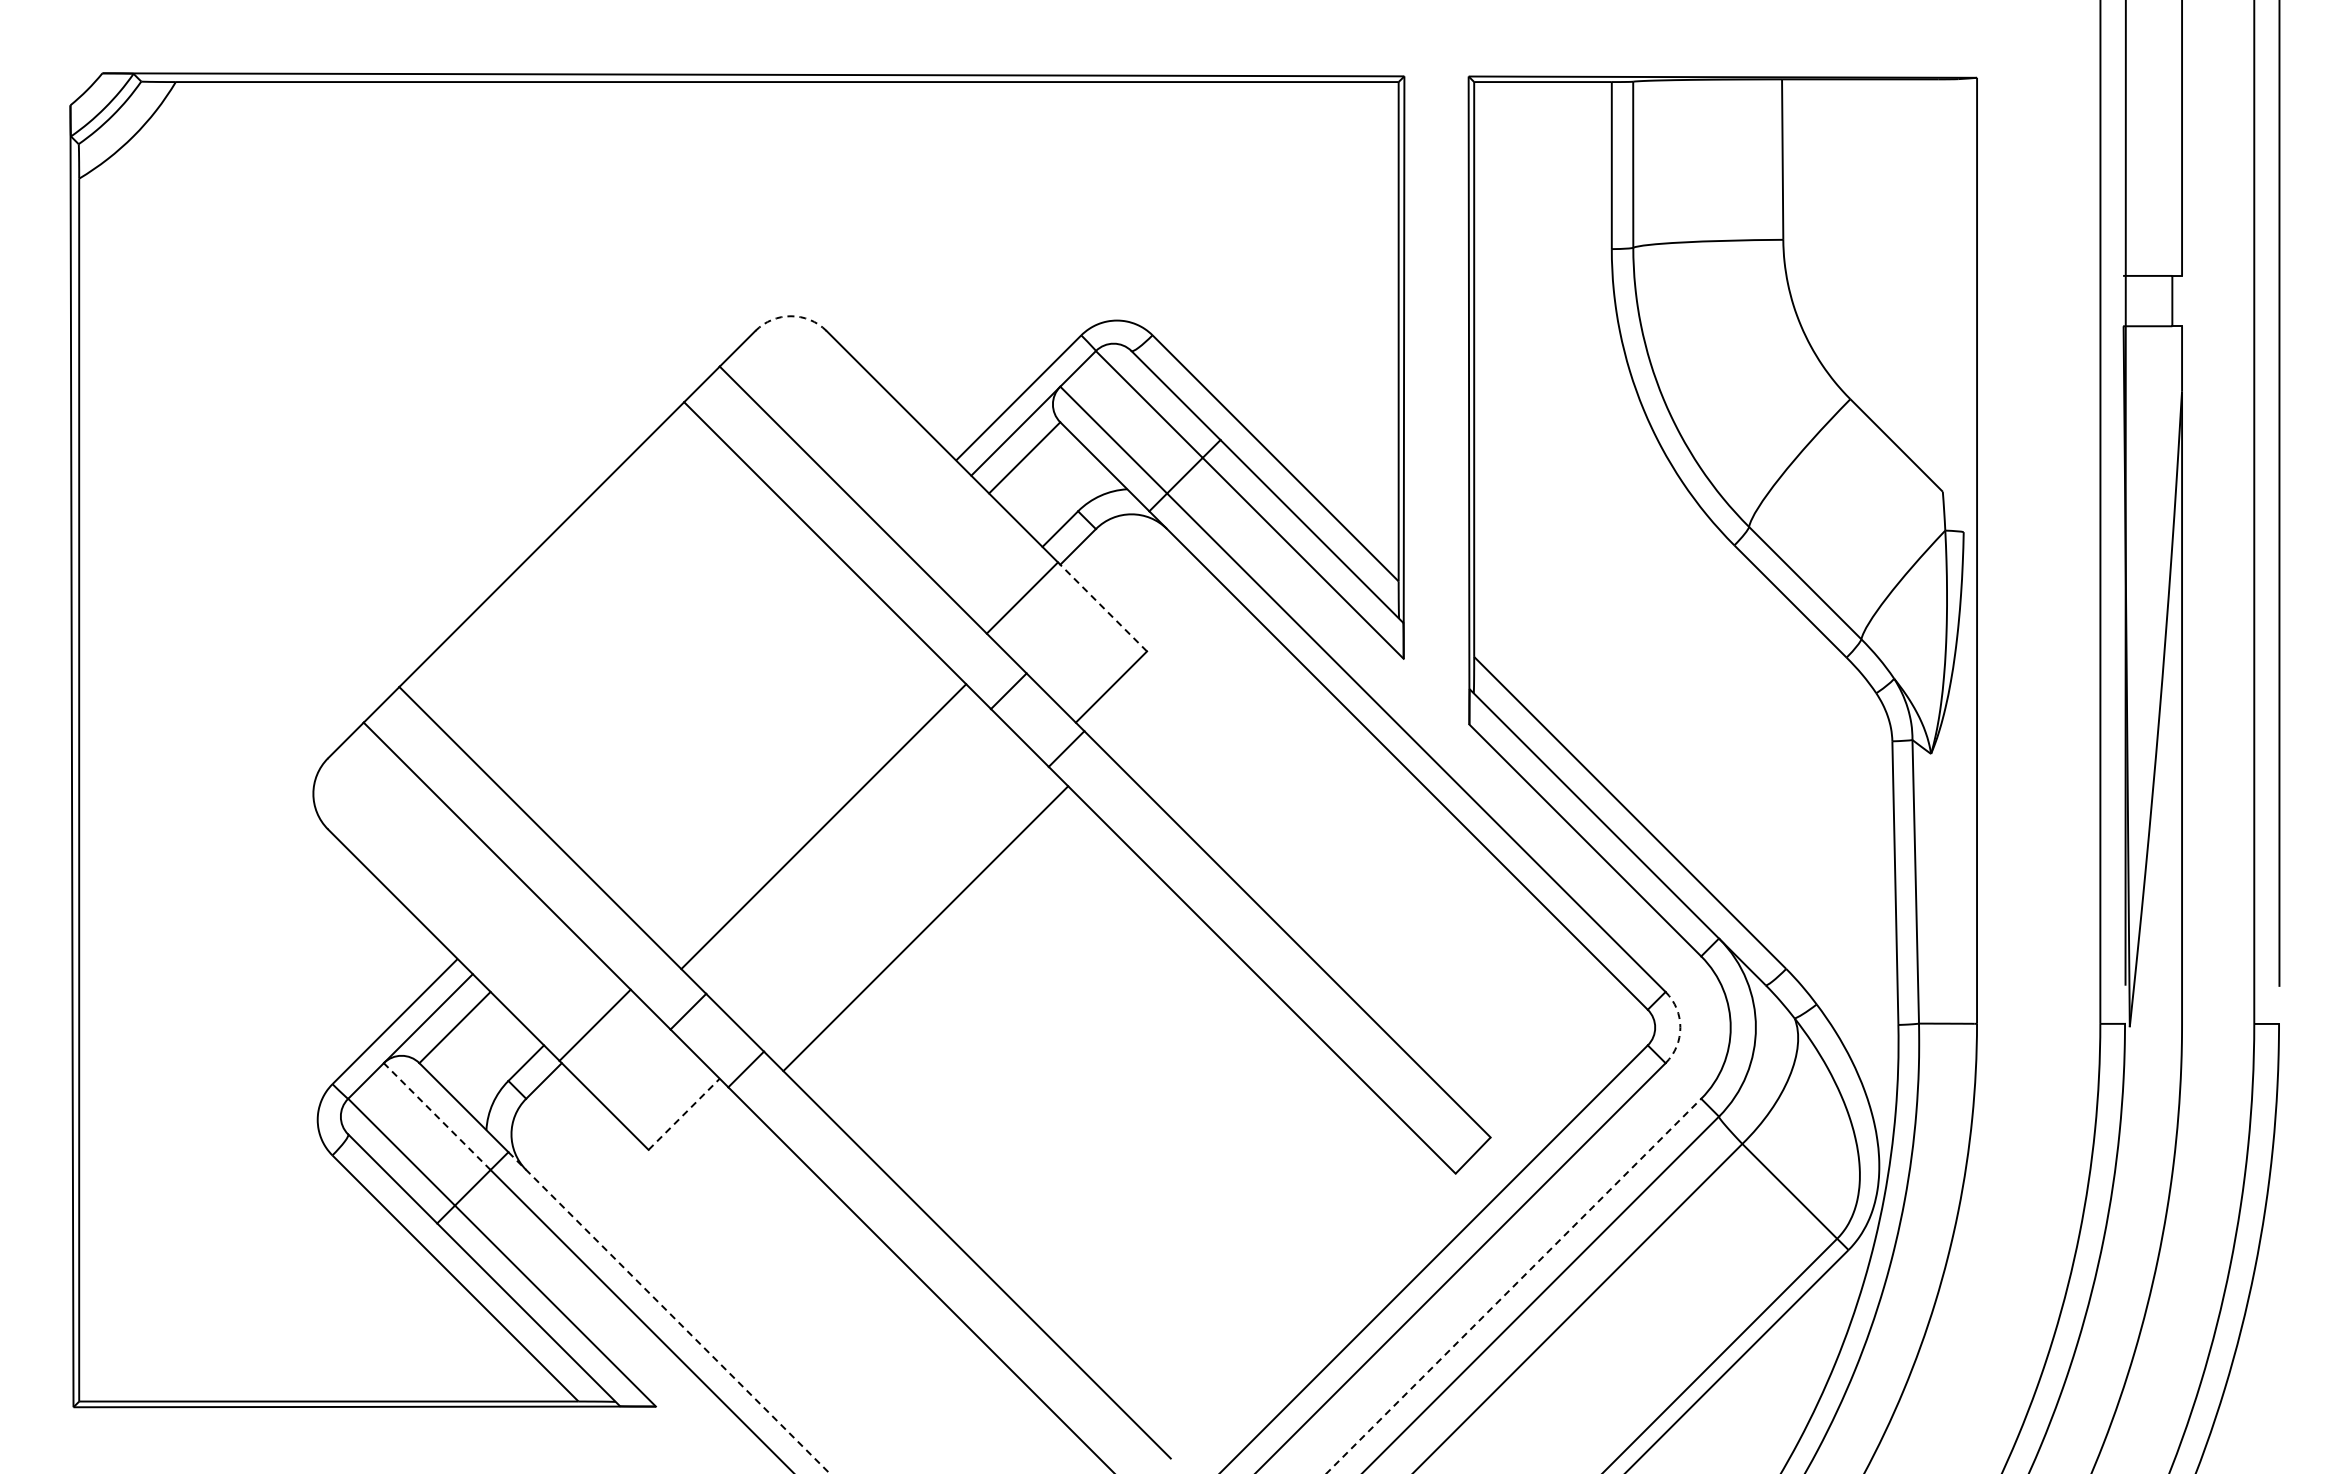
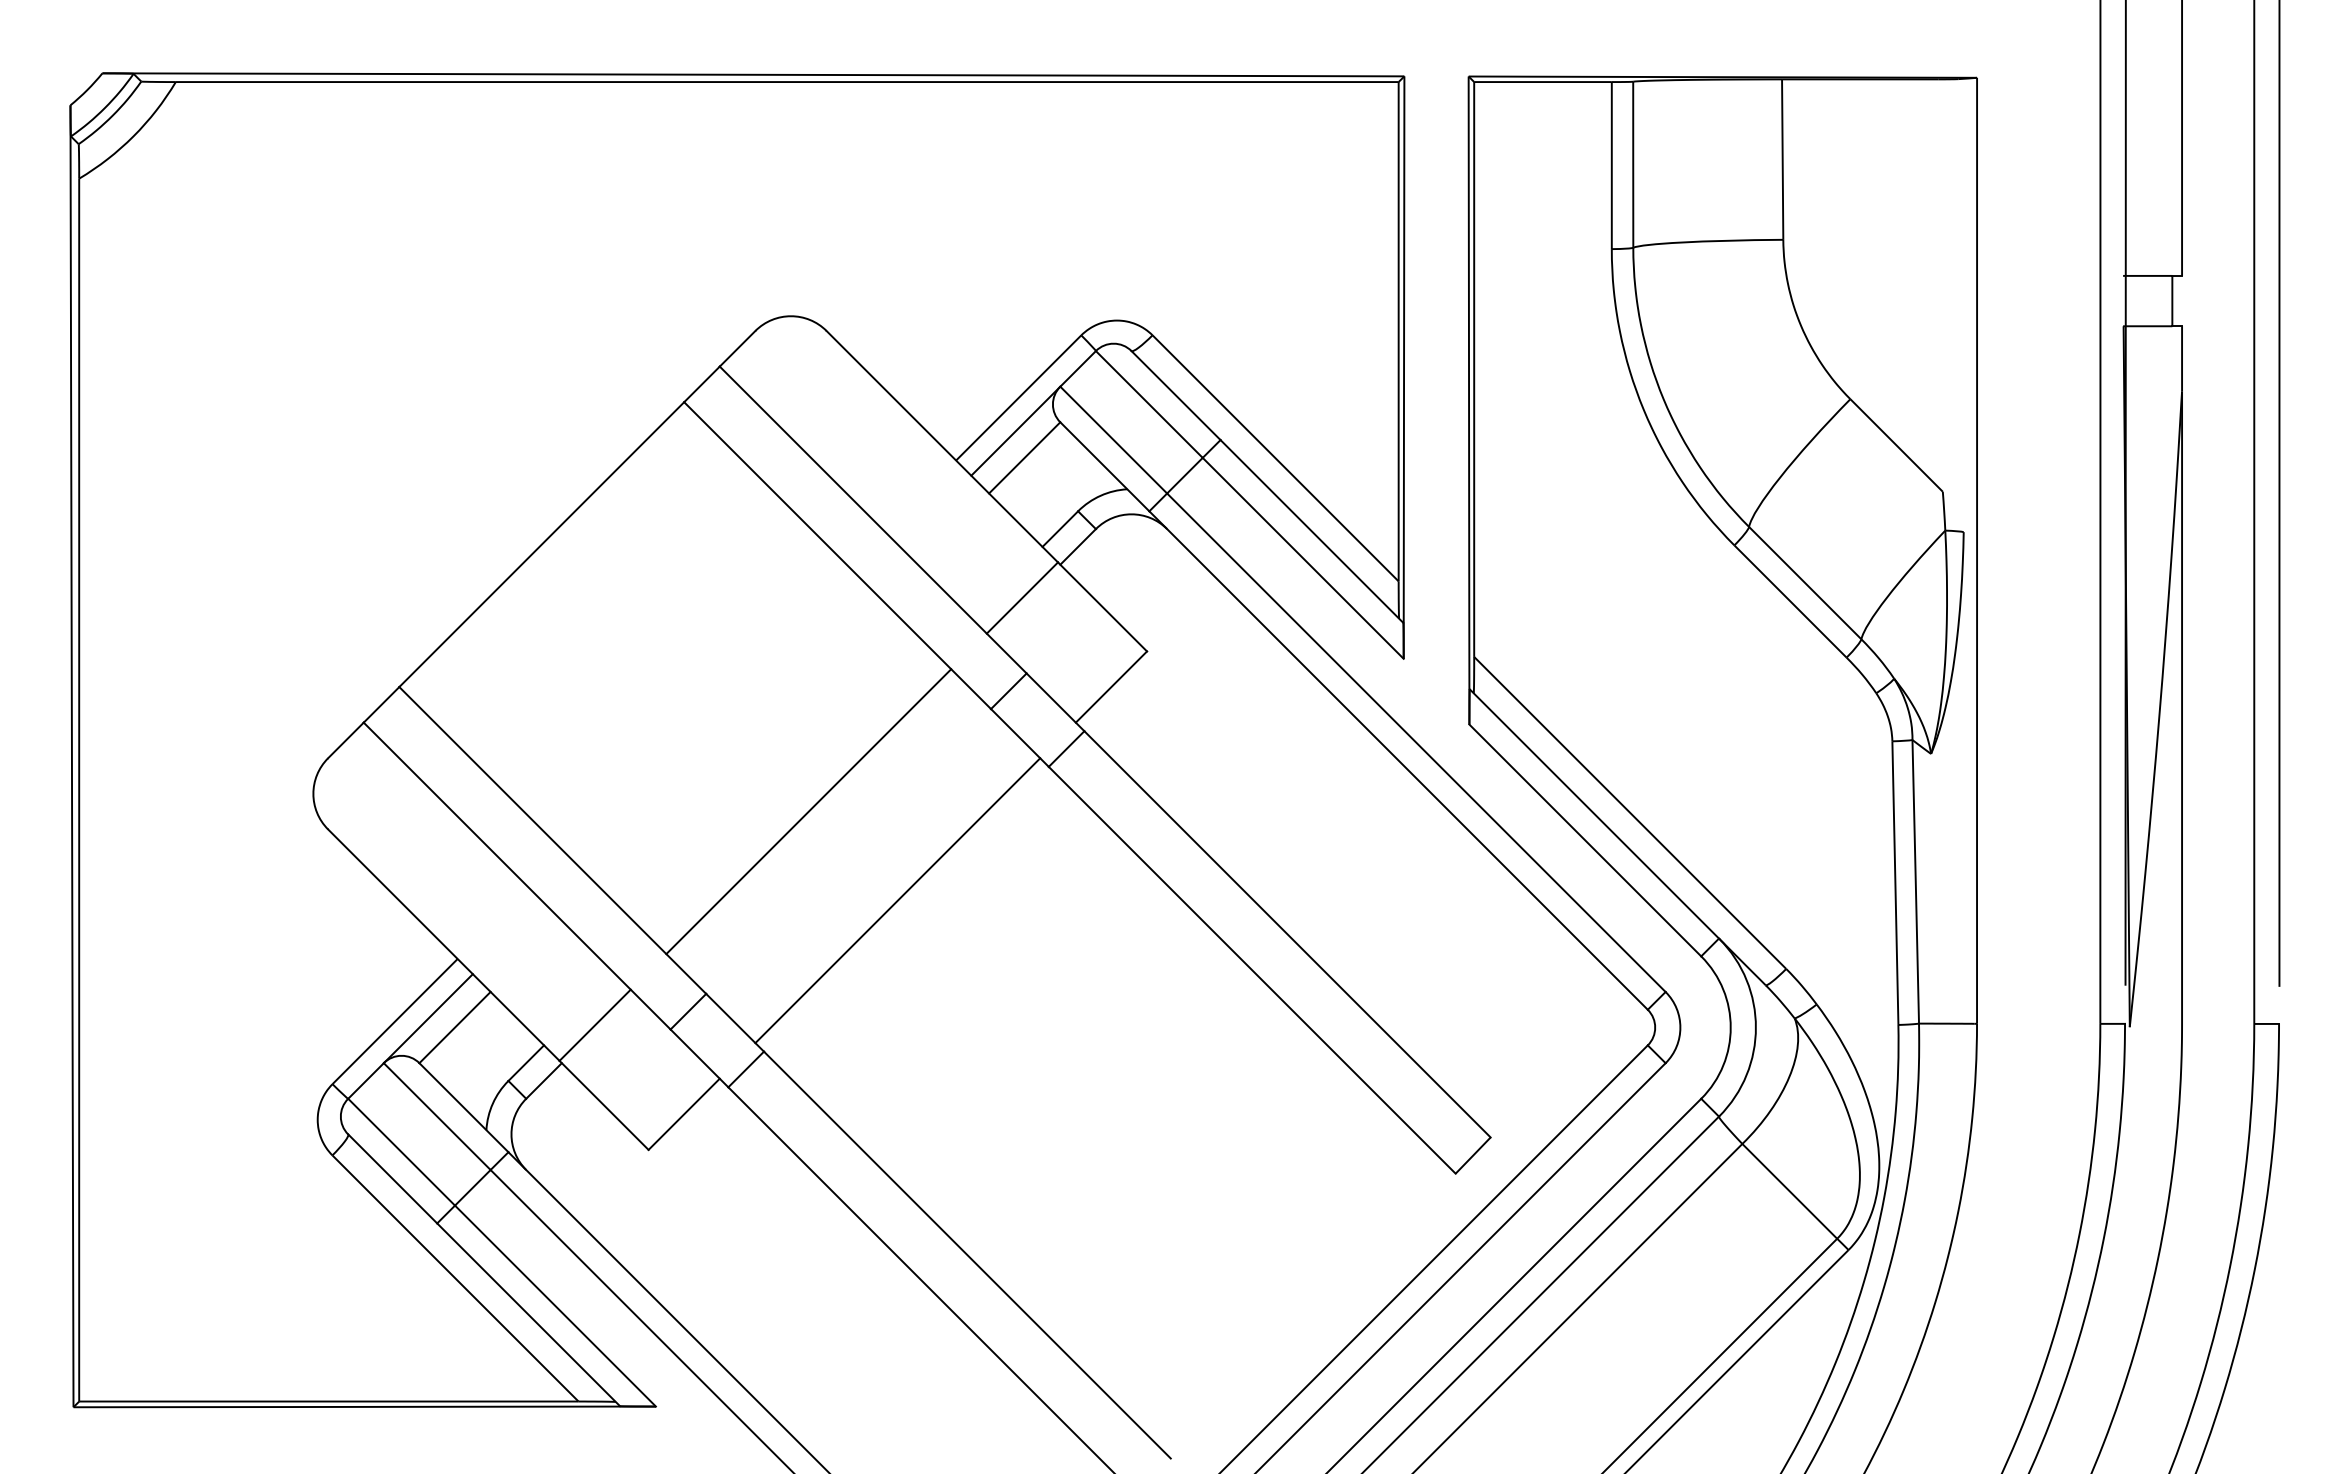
arc at (790, 316): dashed -> solid
line at (1102, 606): dashed -> solid
line at (823, 826) position: (823, 826) -> (808, 811)
line at (925, 928) position: (925, 928) -> (897, 900)
arc at (1680, 1027): dashed -> solid
line at (684, 1113): dashed -> solid
line at (437, 1116): dashed -> solid
line at (1514, 1285): dashed -> solid
line at (669, 1313): dashed -> solid
